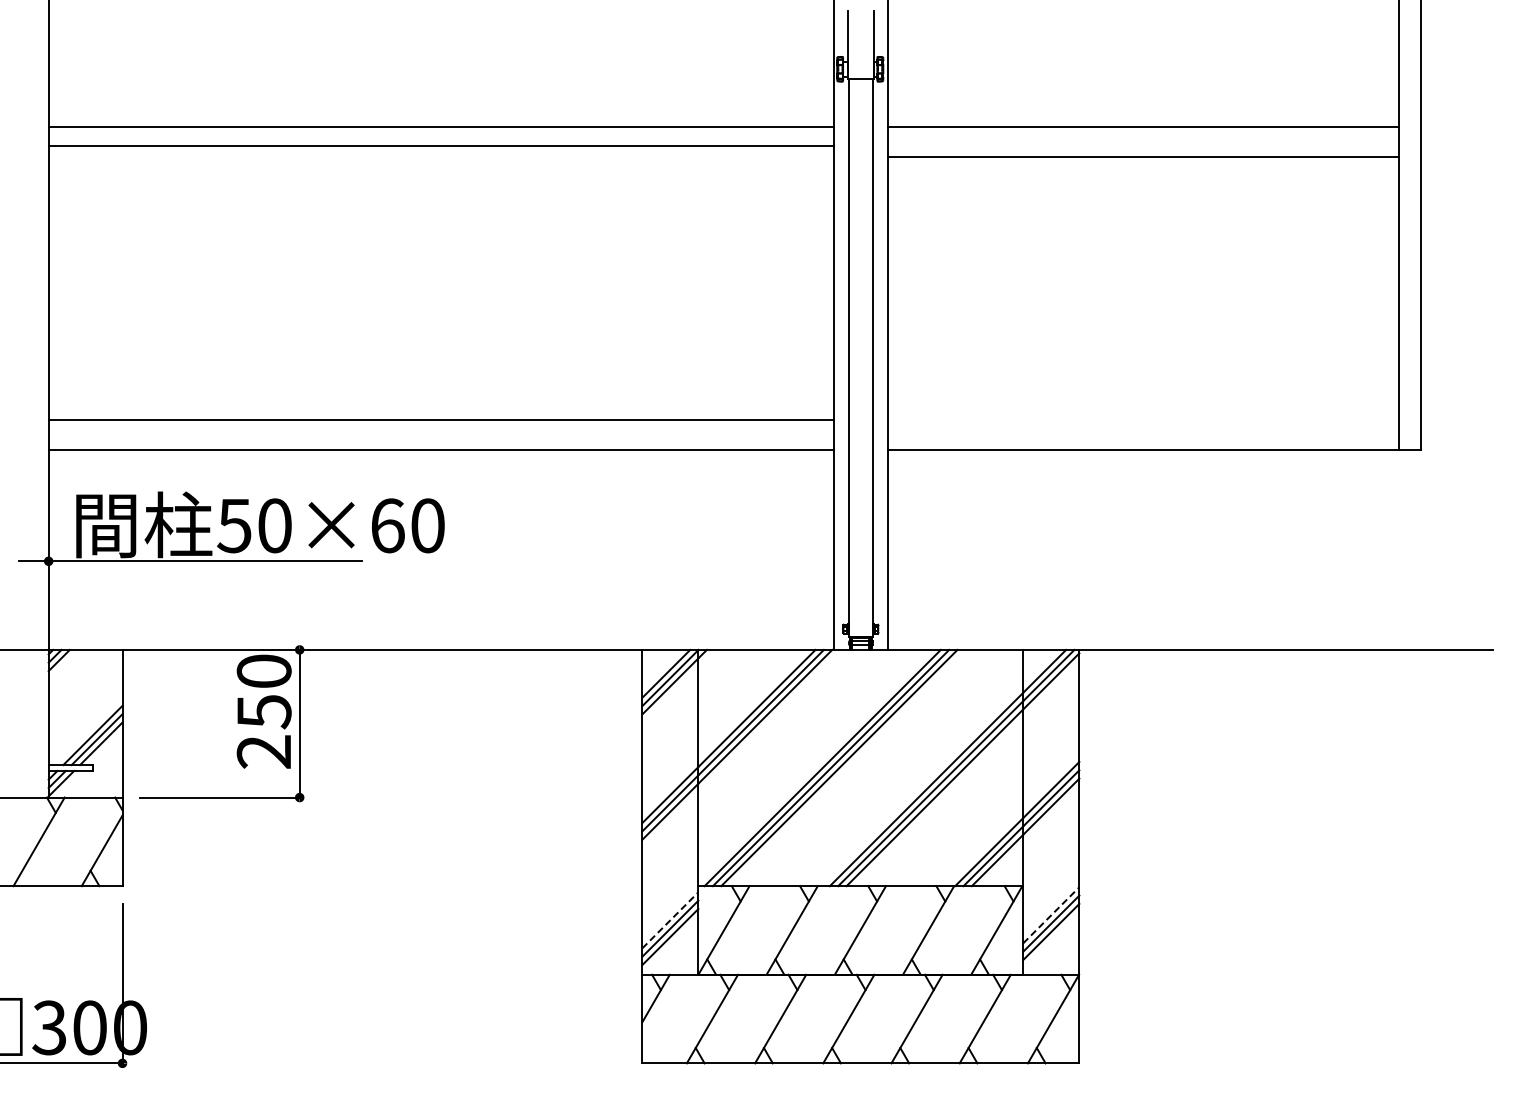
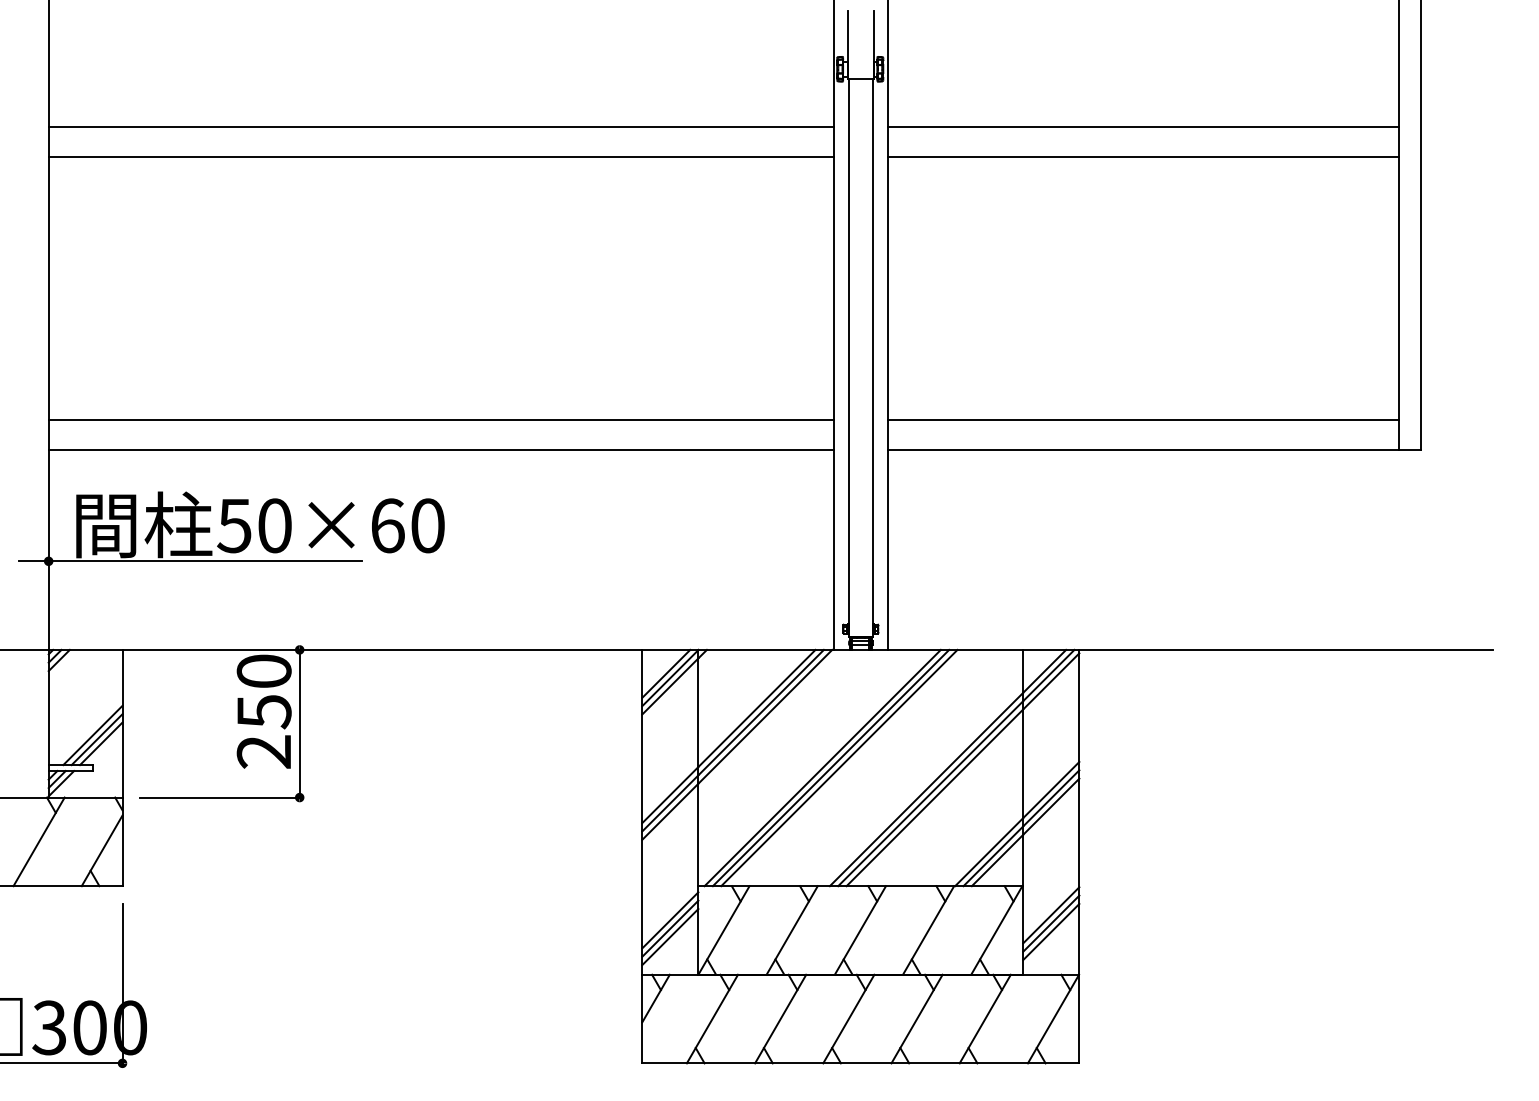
line at (441, 145) position: (441, 145) -> (441, 156)
line at (1142, 420): none -> present
line at (1051, 915): dashed -> solid
line at (670, 920): dashed -> solid
